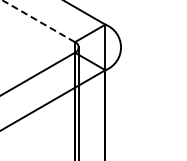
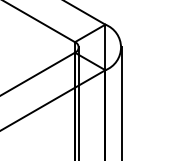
line at (38, 21): dashed -> solid
line at (121, 102): none -> present
